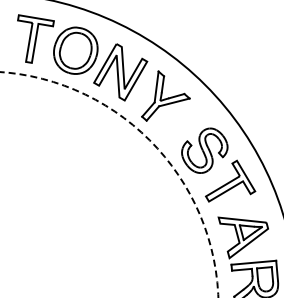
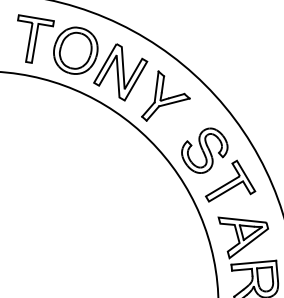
circle at (109, 184): dashed -> solid
